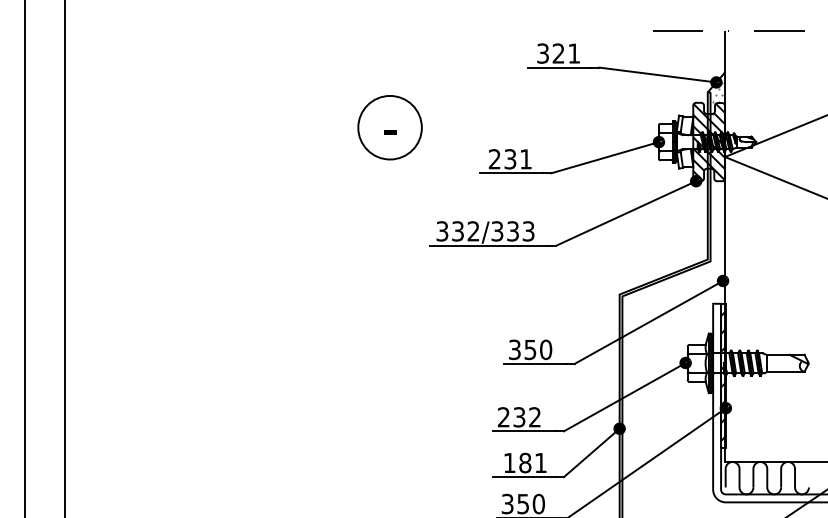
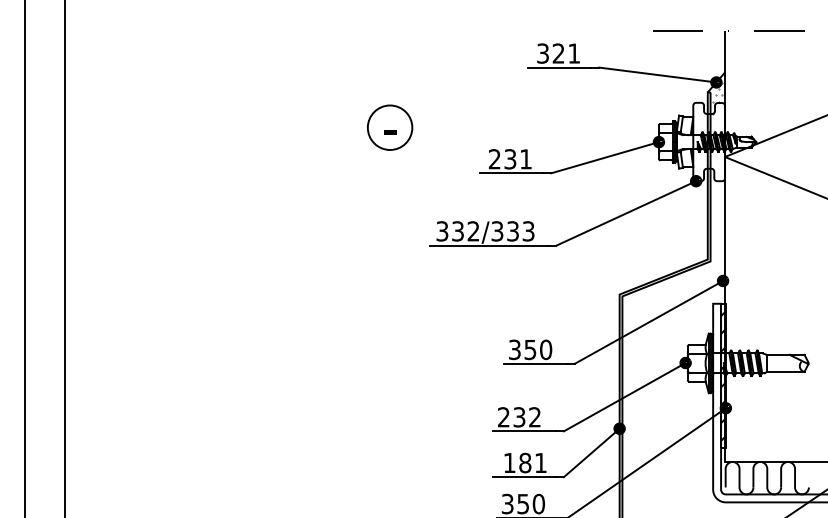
circle at (389, 127) diameter: 64 px -> 44 px
hatch at (709, 141): present -> none
